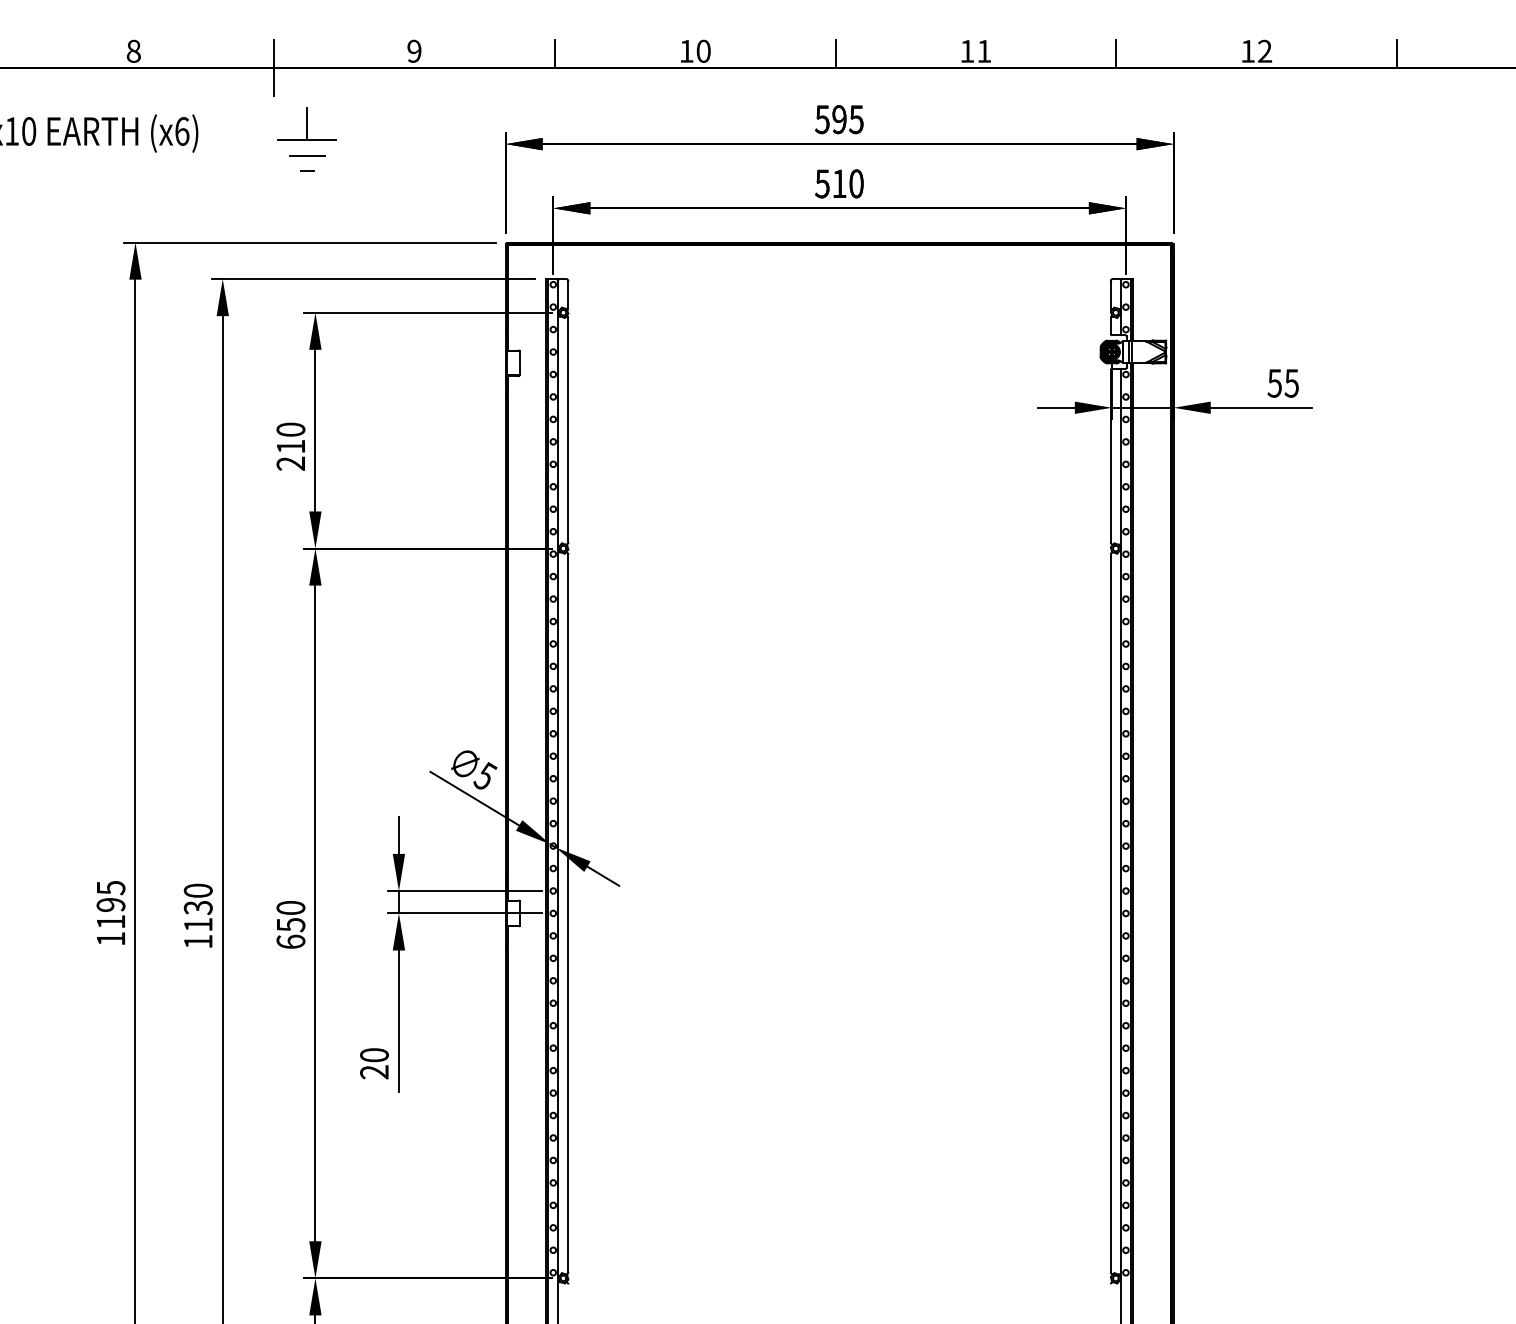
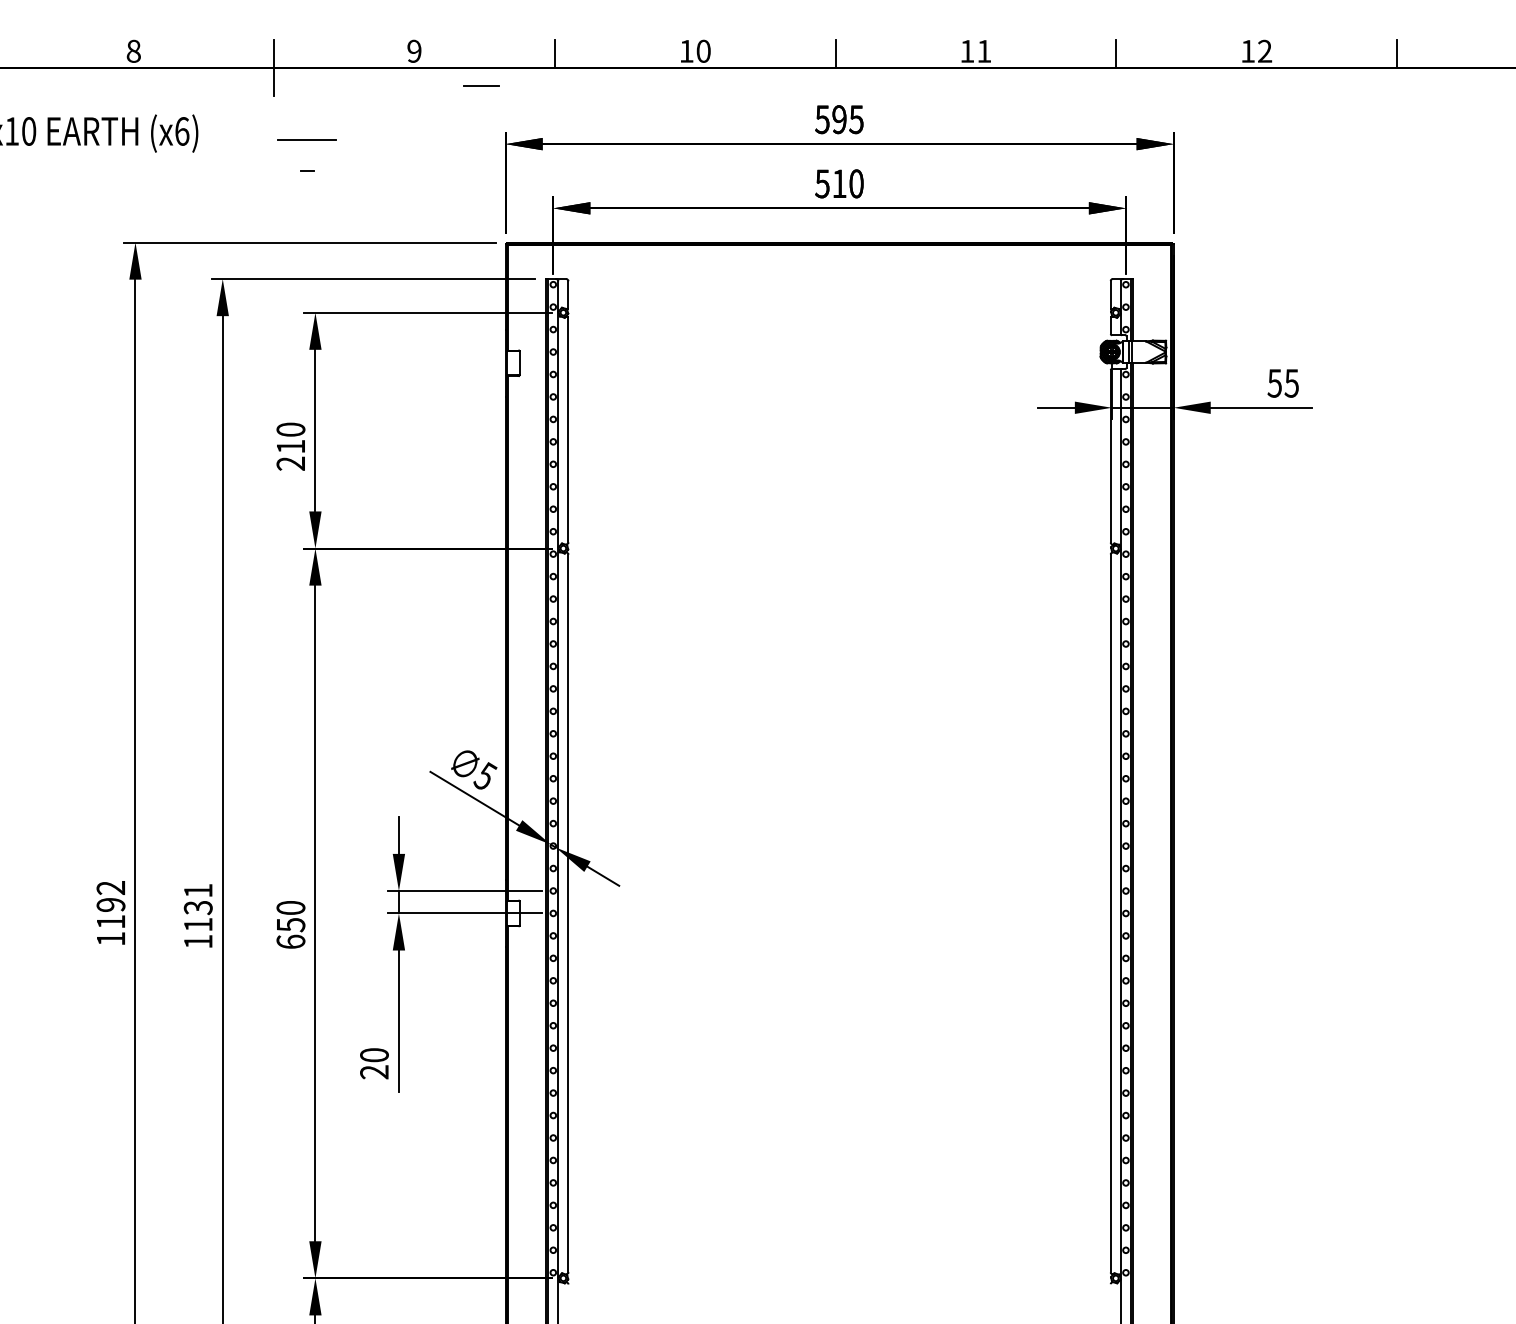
line at (307, 123): present -> none
line at (307, 155) position: (307, 155) -> (481, 85)
text at (110, 888): 1195 -> 1192
text at (197, 890): 1130 -> 1131
